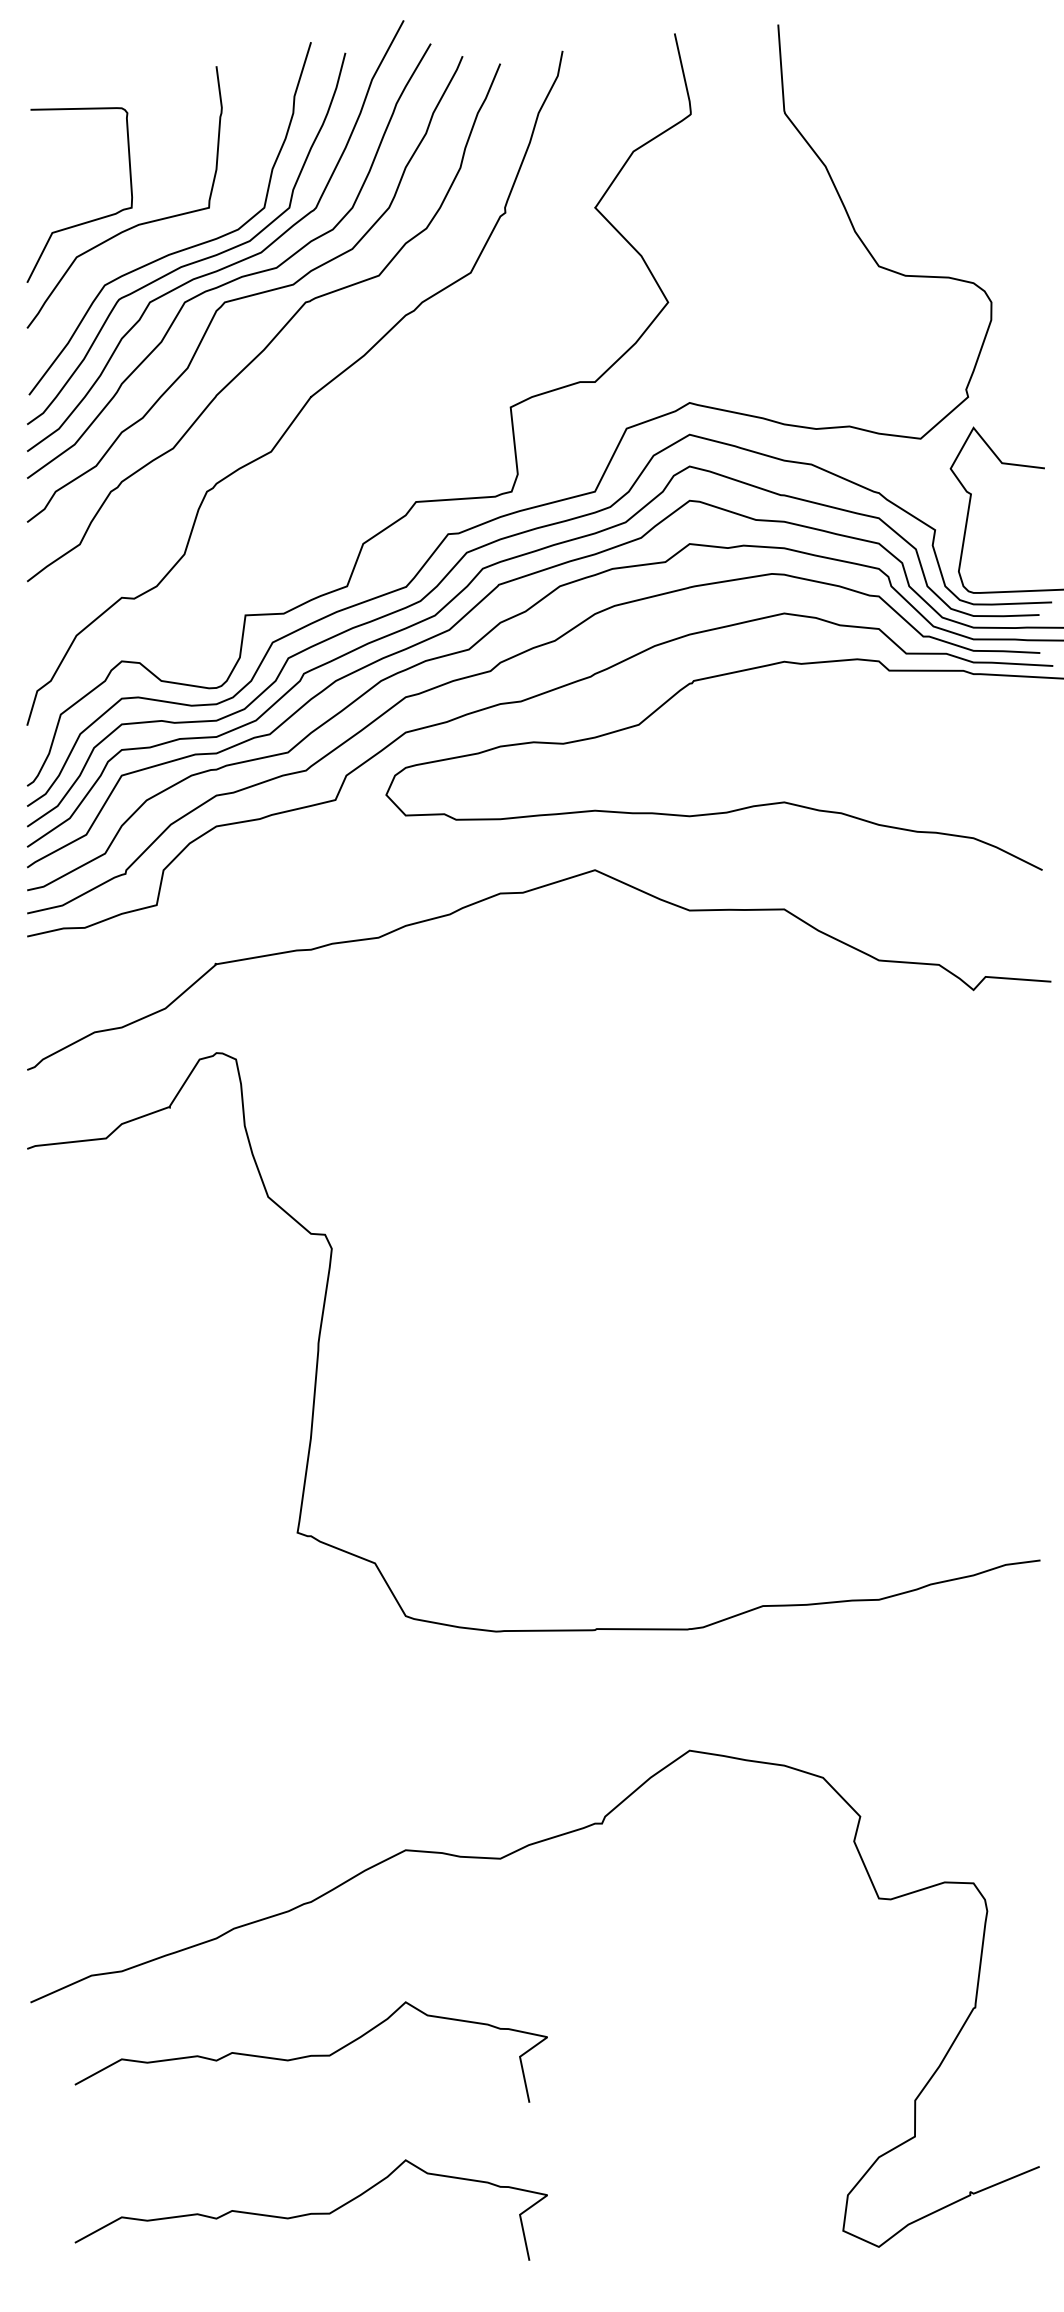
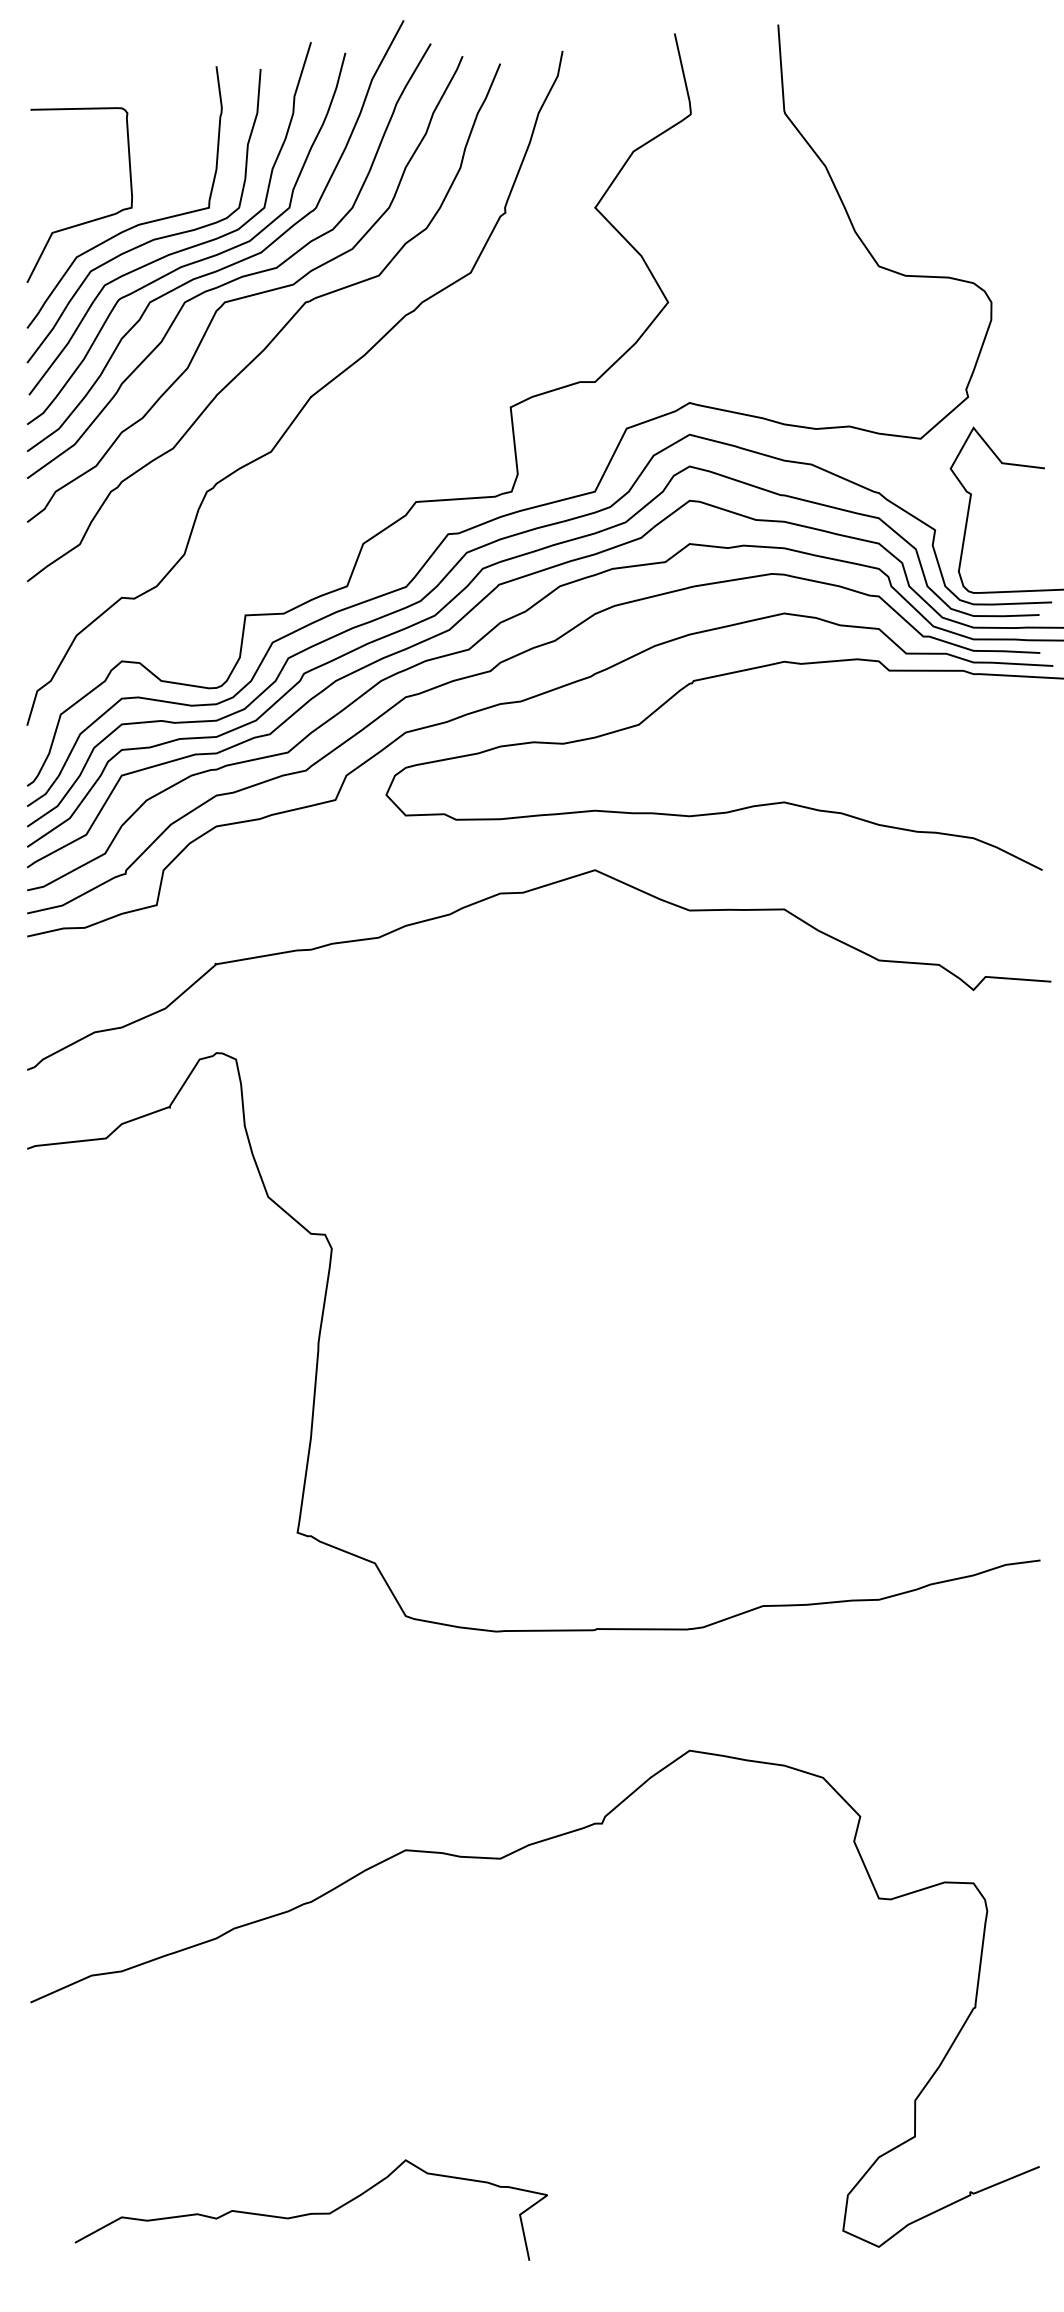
curve at (153, 238): none -> present
curve at (311, 2054): present -> none
